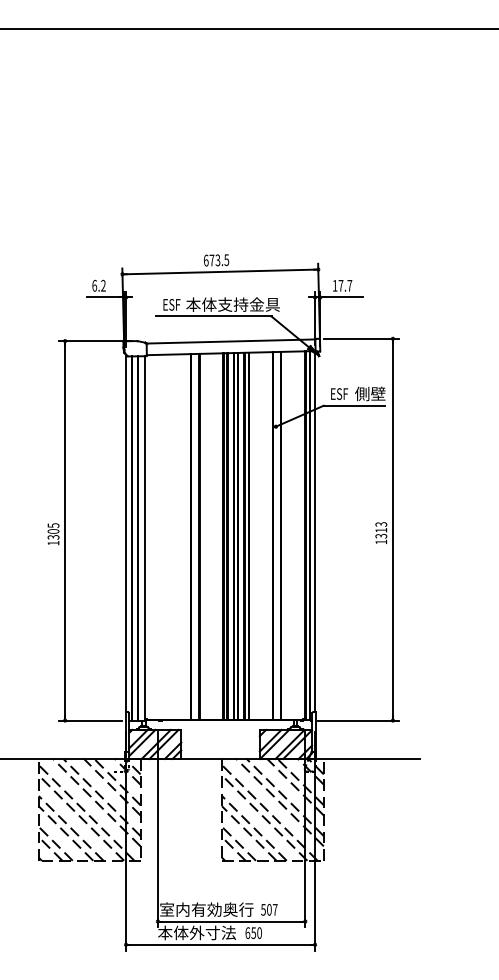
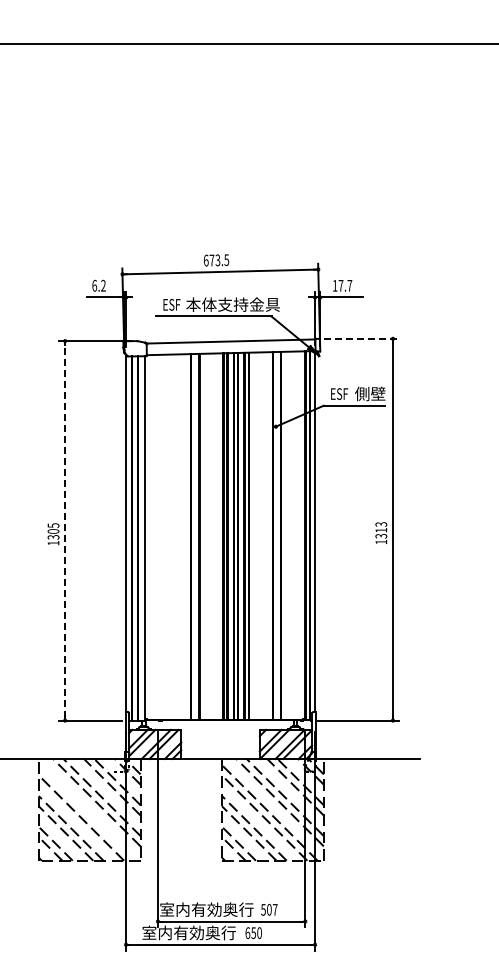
line at (248, 29) position: (248, 29) -> (248, 44)
line at (362, 338): solid -> dashed
line at (65, 530): solid -> dashed
line at (86, 812): present -> none
text at (188, 932): 本体外寸法 -> 室内有効奥行
